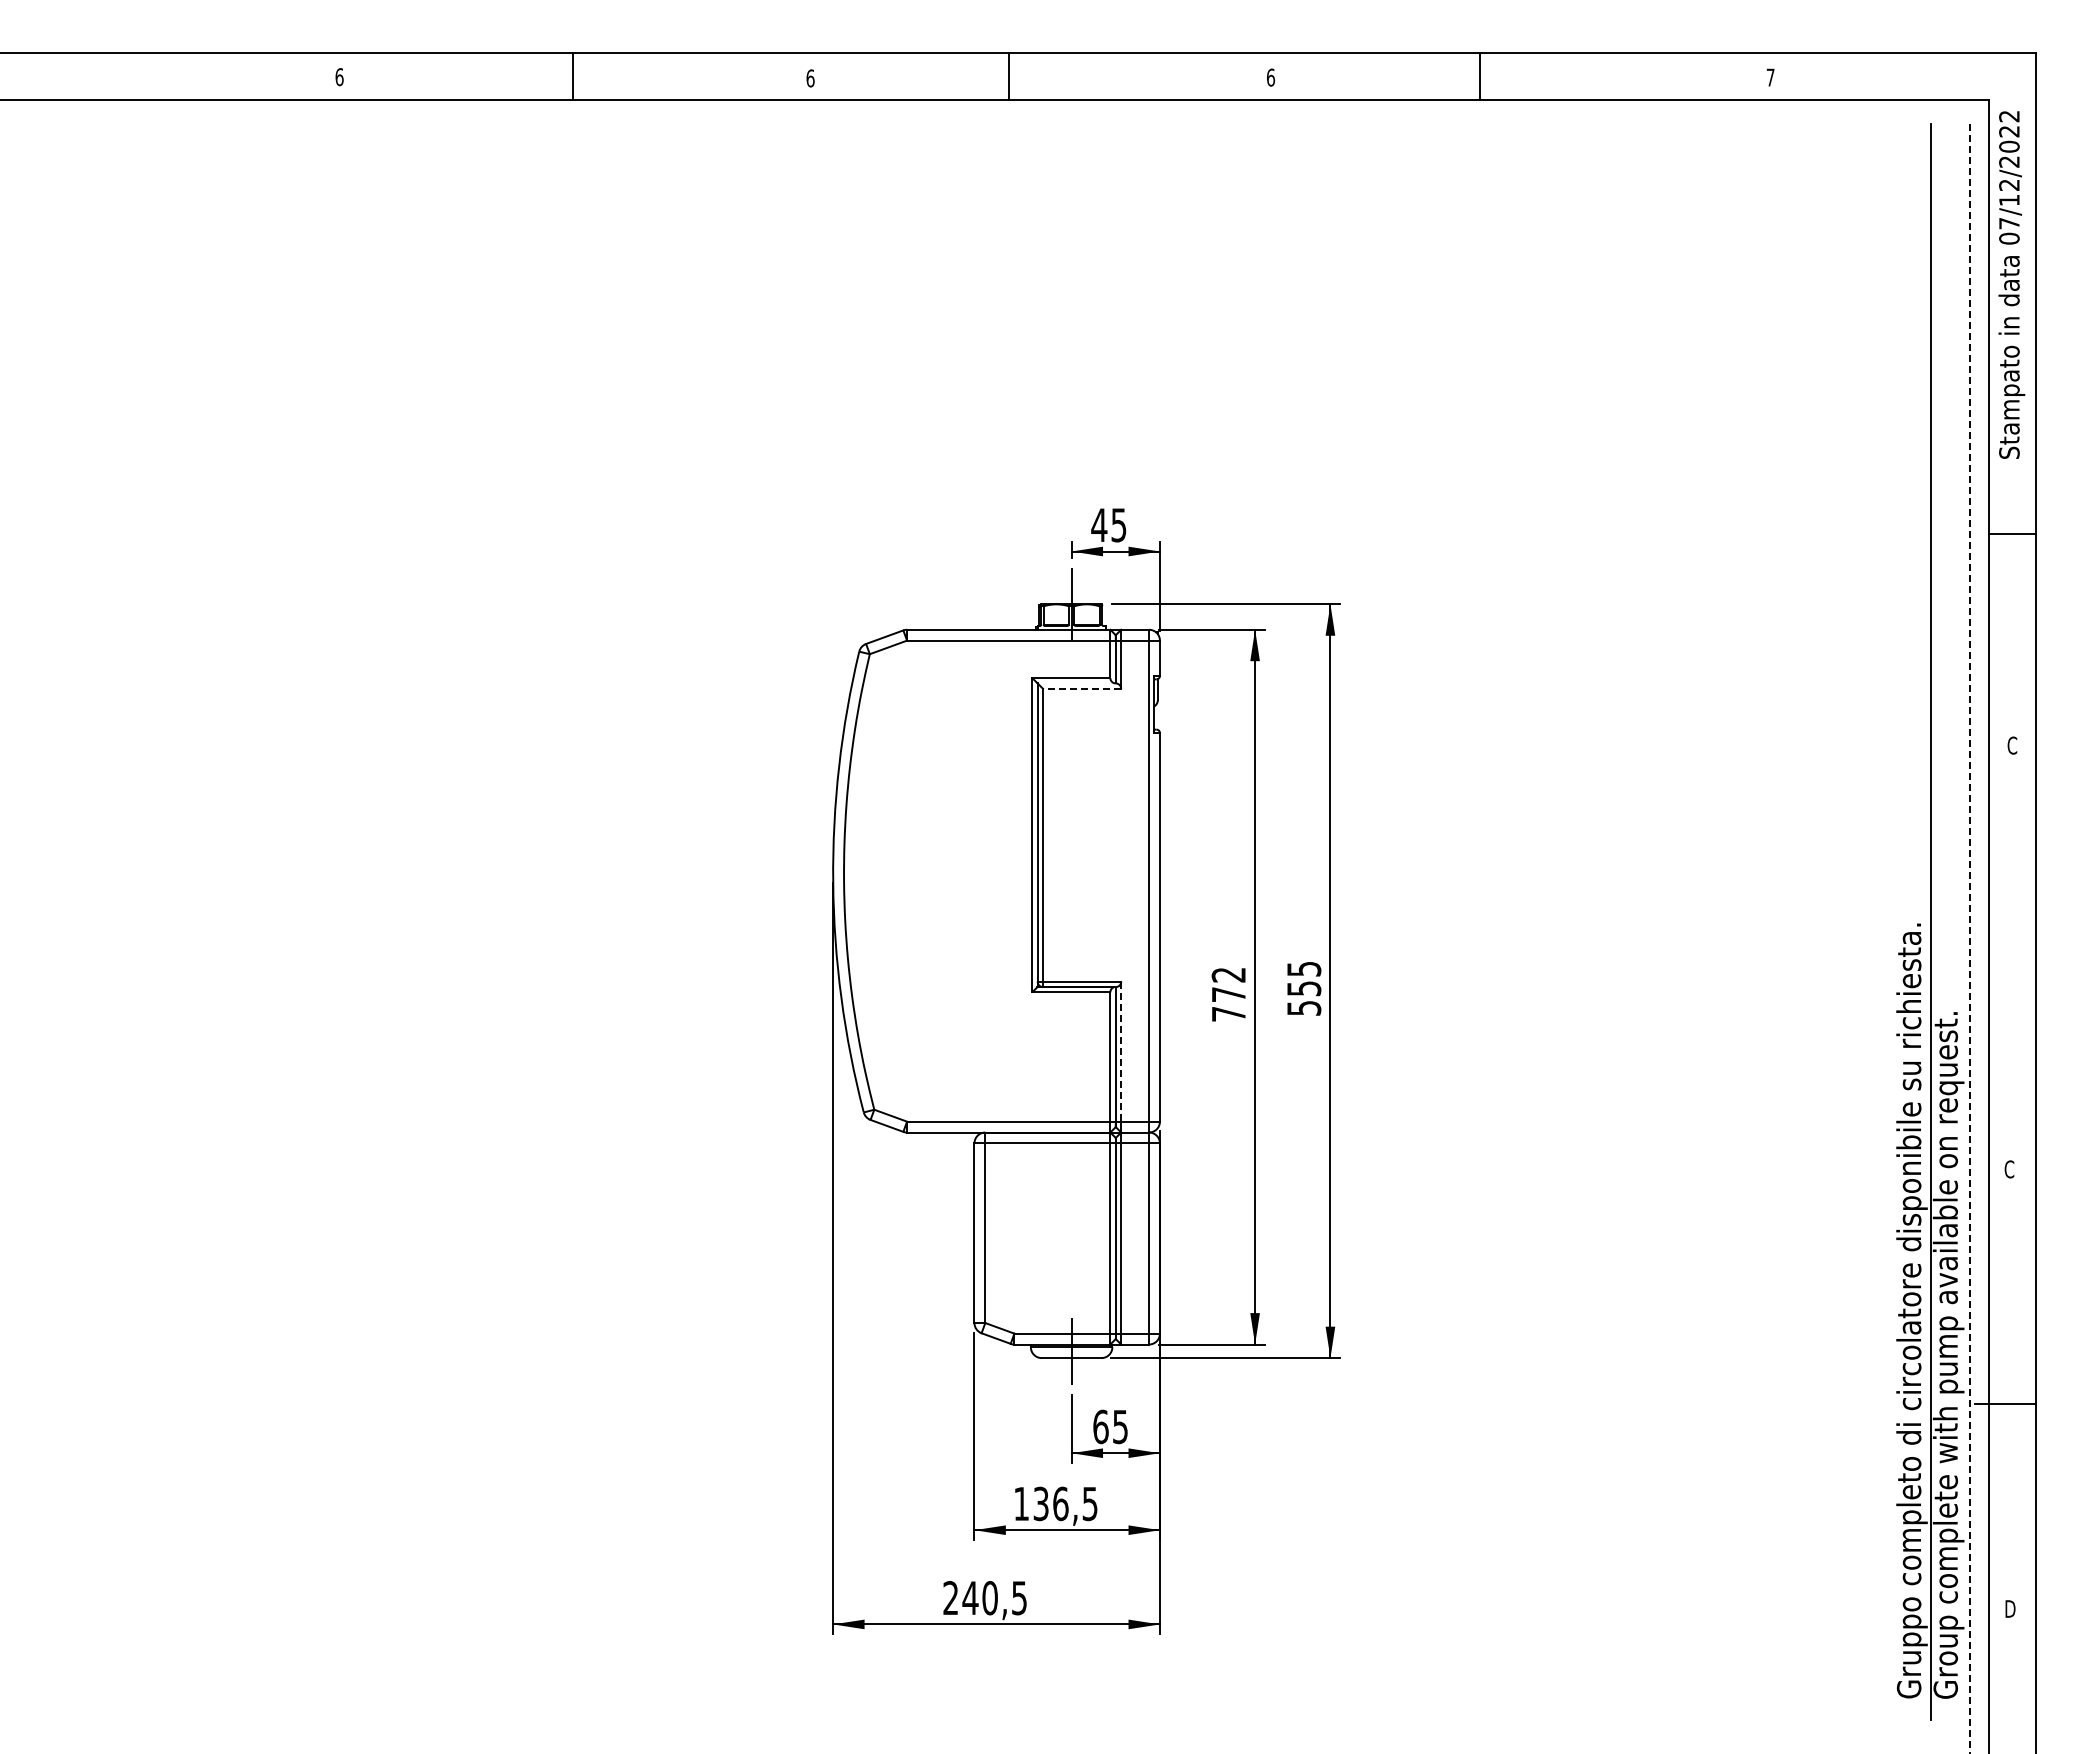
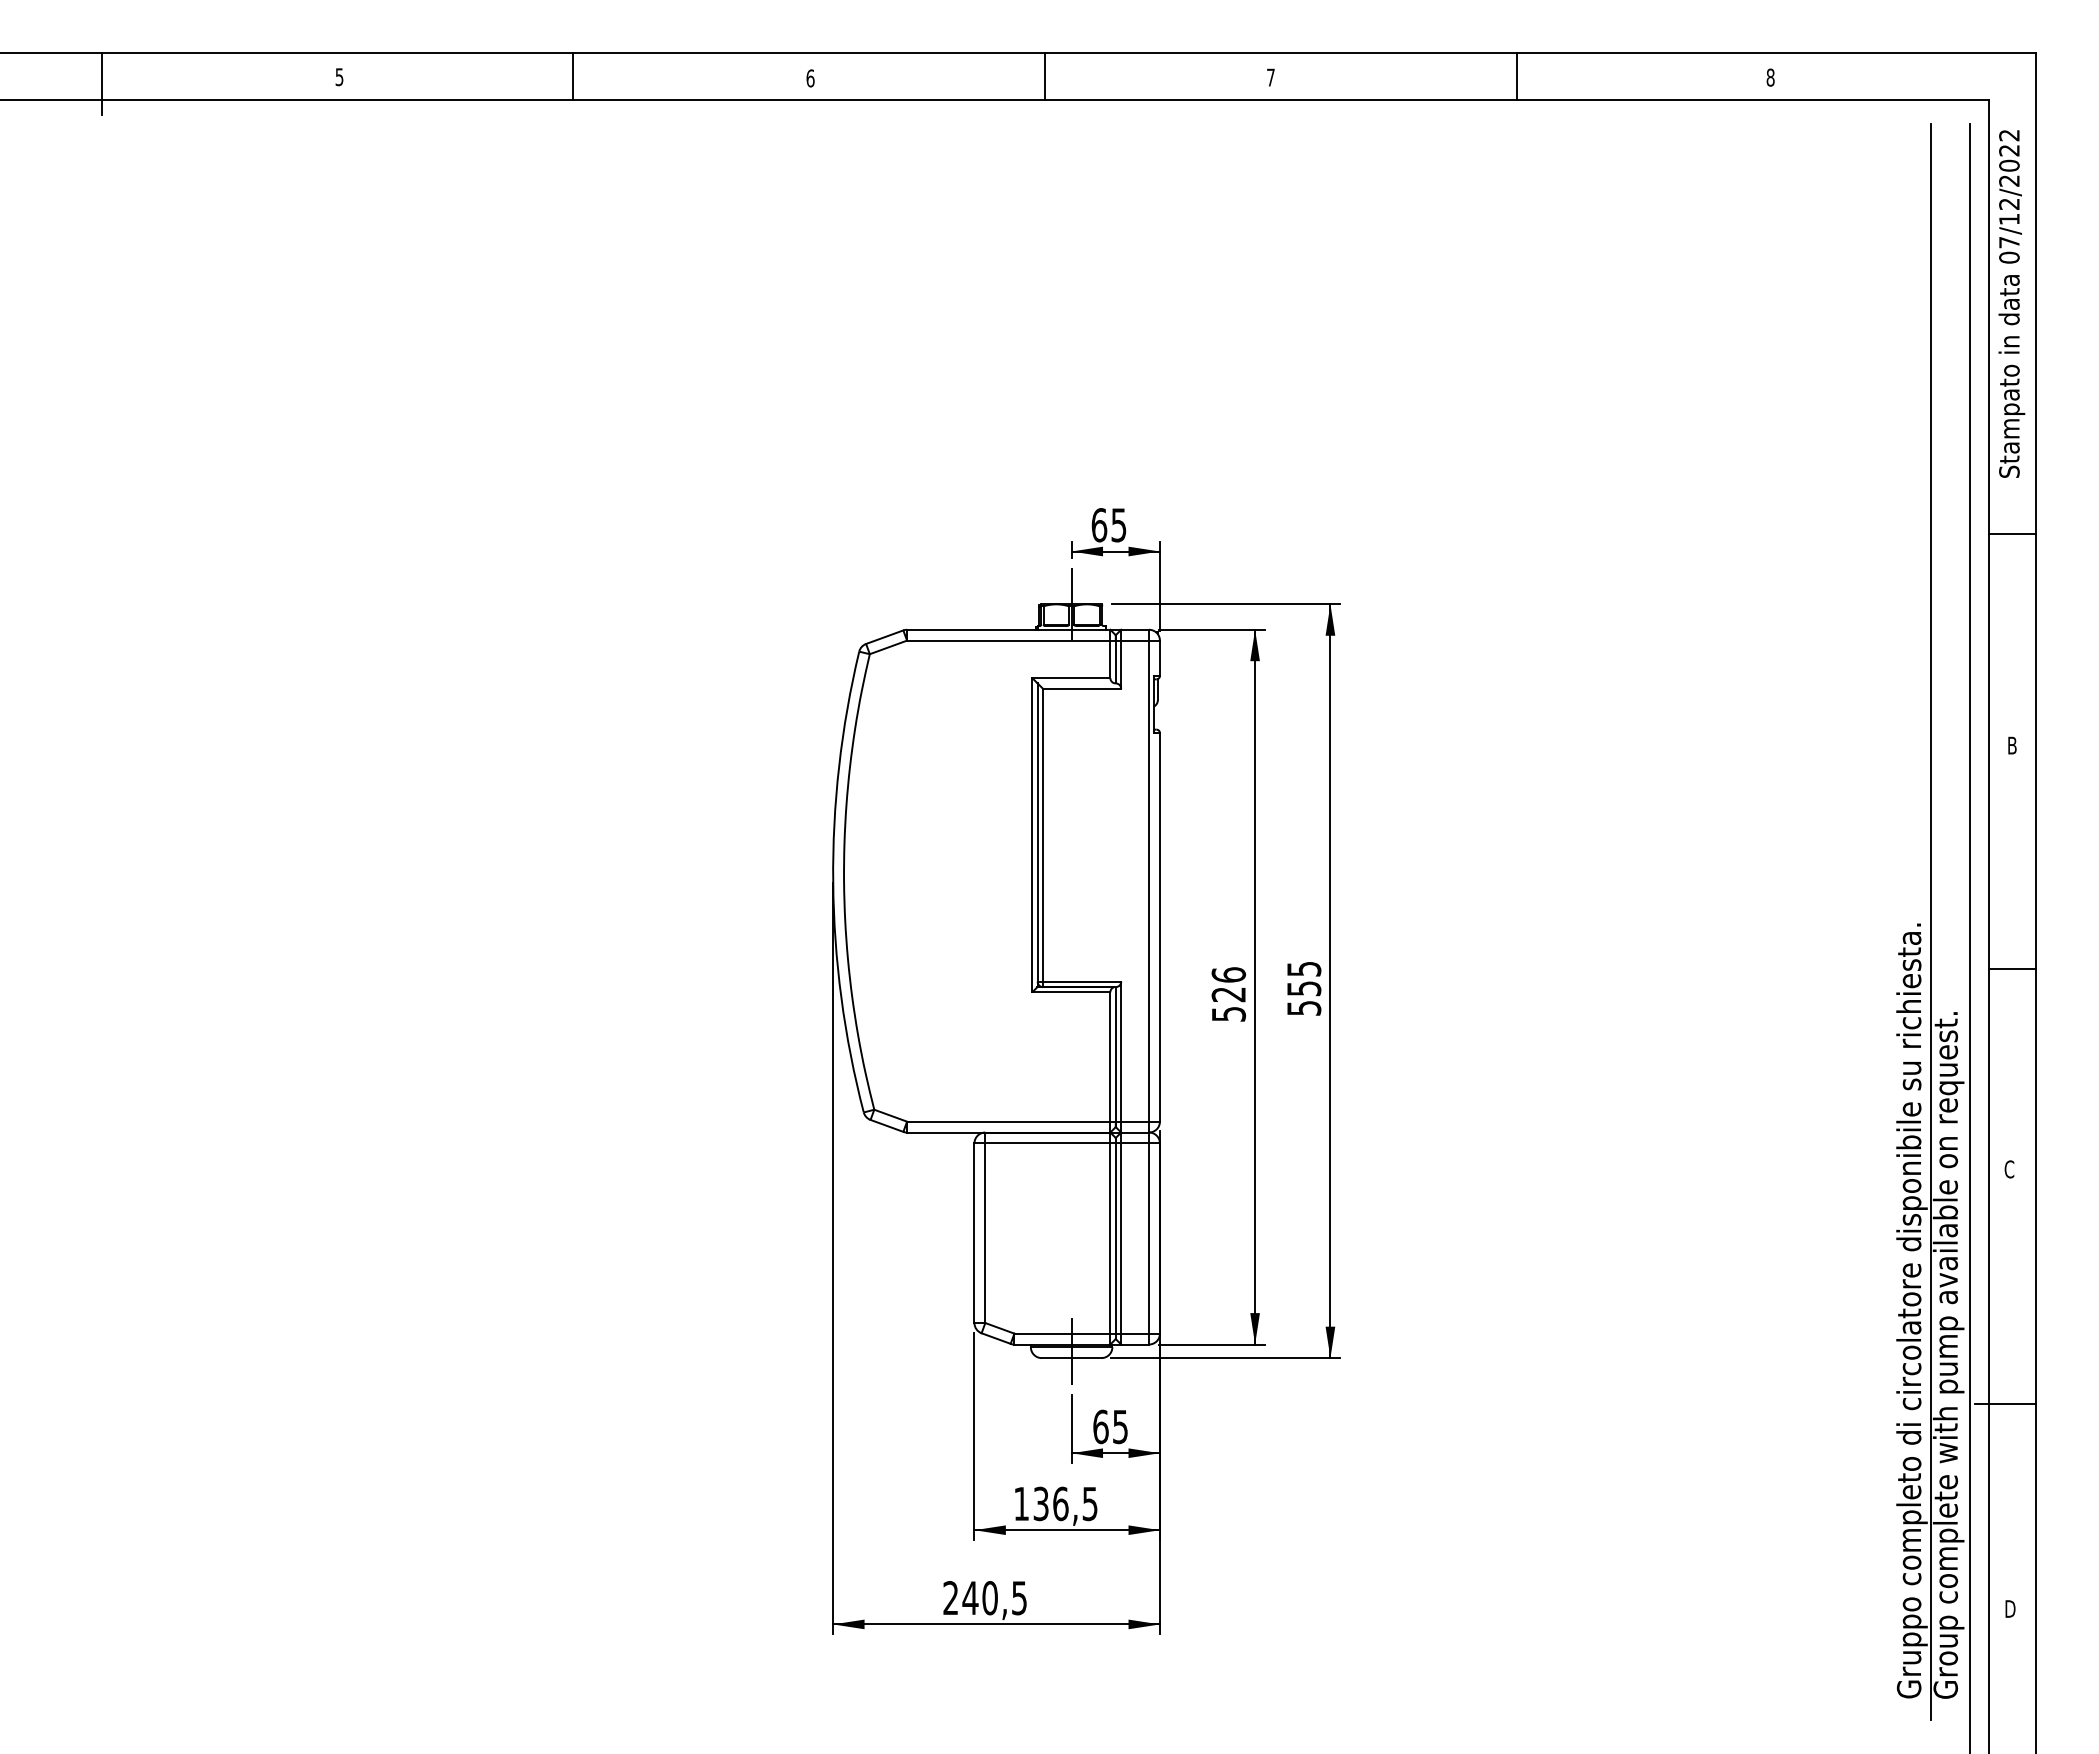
line at (1009, 75) position: (1009, 75) -> (1045, 75)
line at (1480, 75) position: (1480, 75) -> (1517, 75)
text at (339, 77): 6 -> 5
text at (1271, 77): 6 -> 7
text at (1770, 77): 7 -> 8
line at (101, 83): none -> present
text at (2011, 284) position: (2011, 284) -> (2011, 303)
text at (1099, 525): 45 -> 65
line at (1081, 688): dashed -> solid
text at (2012, 745): C -> B
line at (1969, 938): dashed -> solid
line at (2012, 969): none -> present
text at (1228, 994): 772 -> 526
line at (1121, 1051): dashed -> solid
